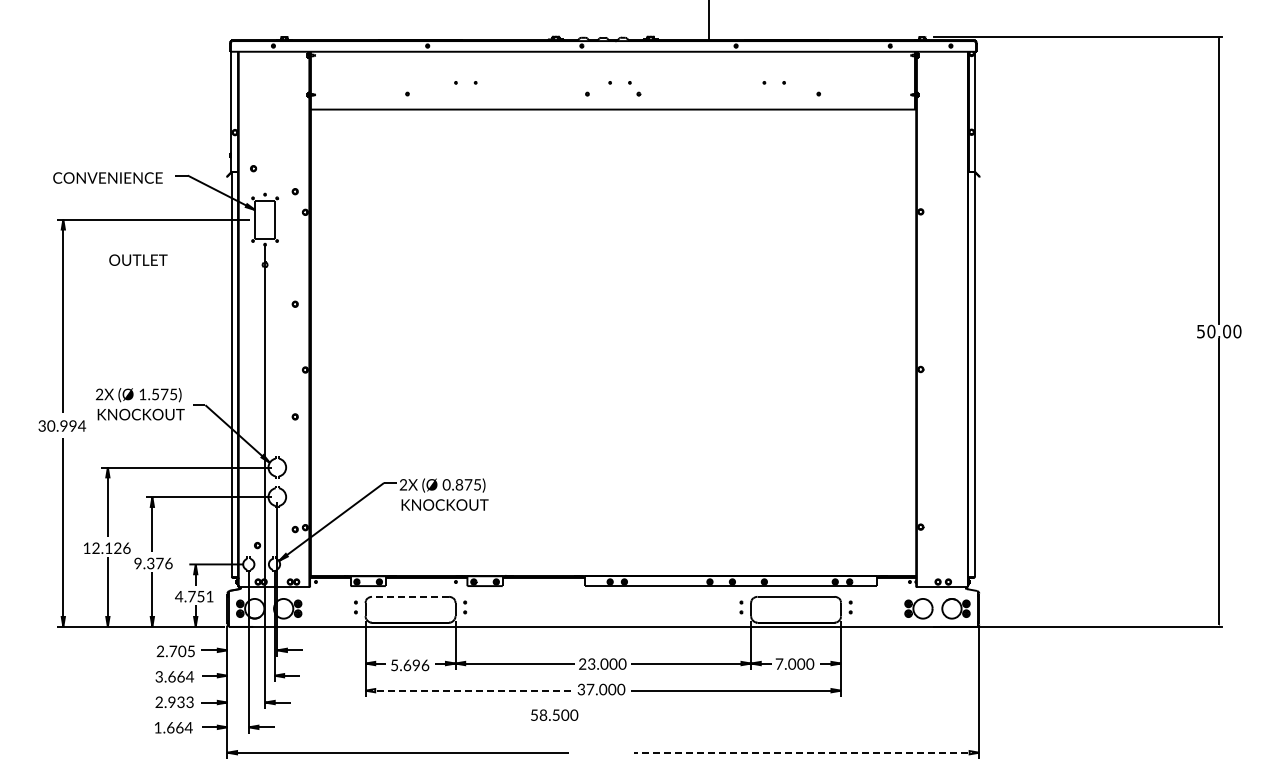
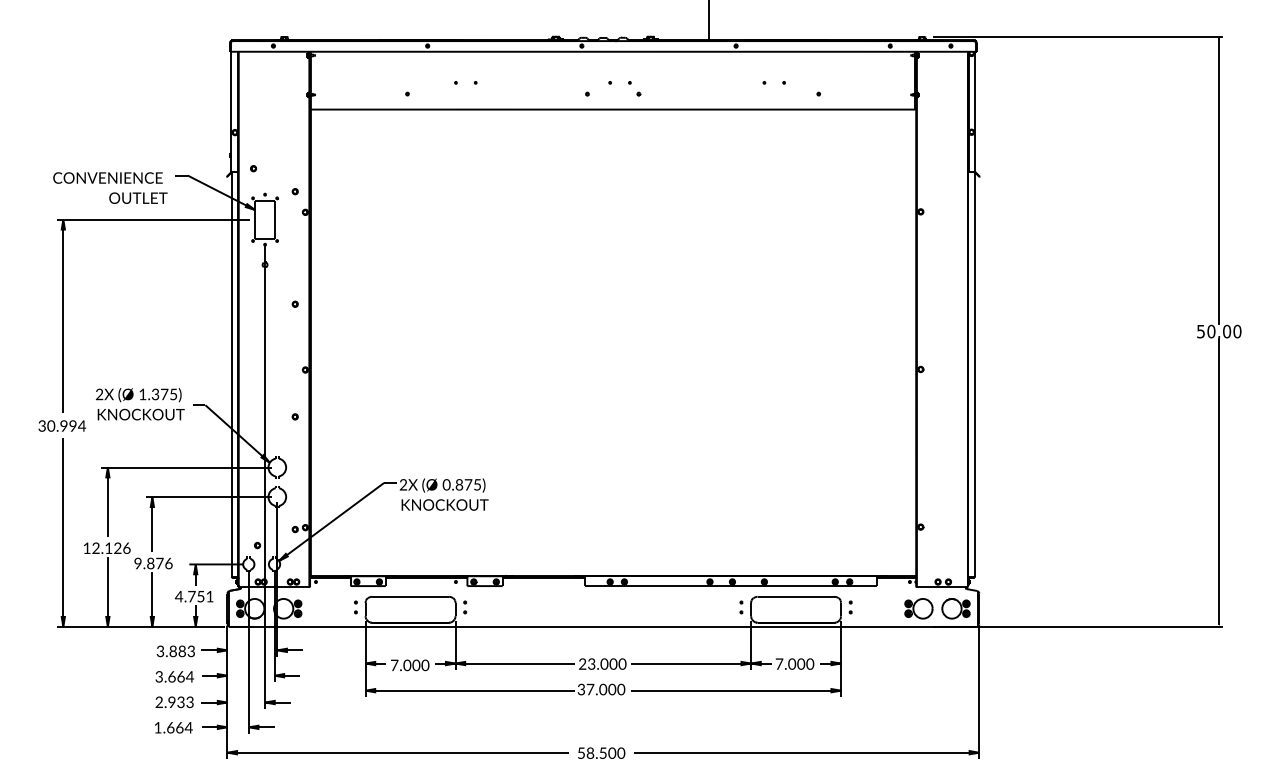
text at (138, 259) position: (138, 259) -> (138, 197)
text at (155, 394): 1.575) -> 1.375)
text at (150, 563): 9.376 -> 9.876
line at (410, 596): dashed -> solid
text at (175, 651): 2.705 -> 3.883
text at (410, 665): 5.696 -> 7.000
line at (470, 690): dashed -> solid
text at (554, 714) position: (554, 714) -> (601, 752)
line at (806, 752): dashed -> solid
